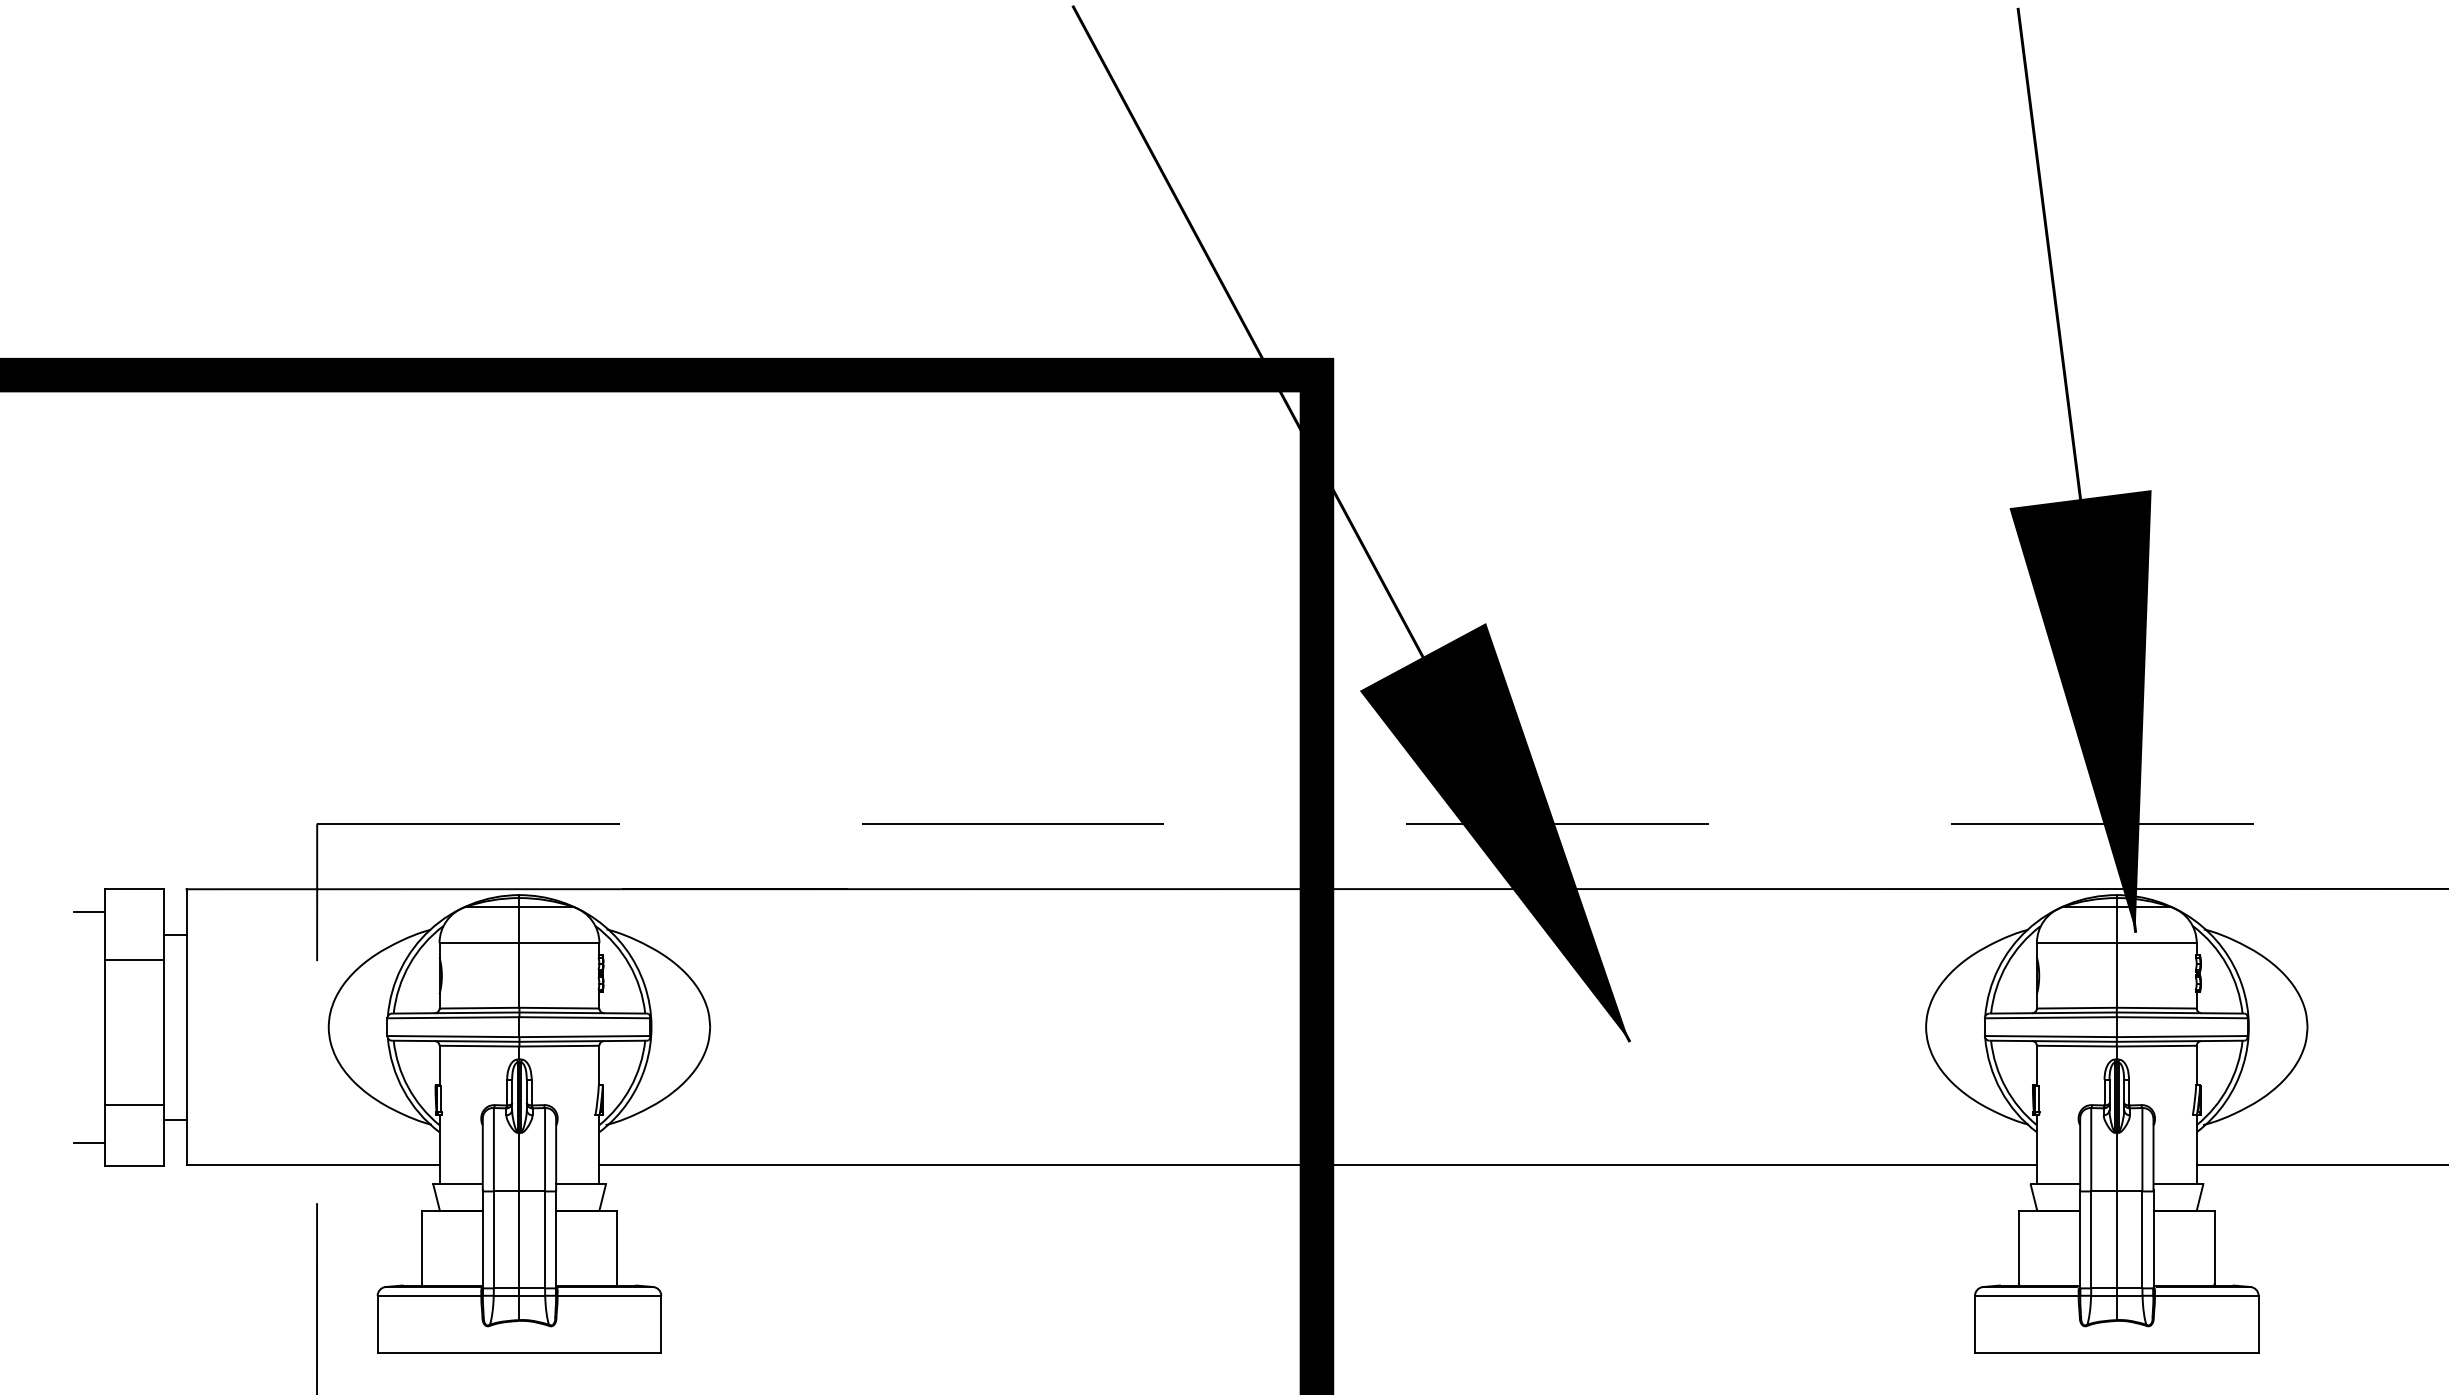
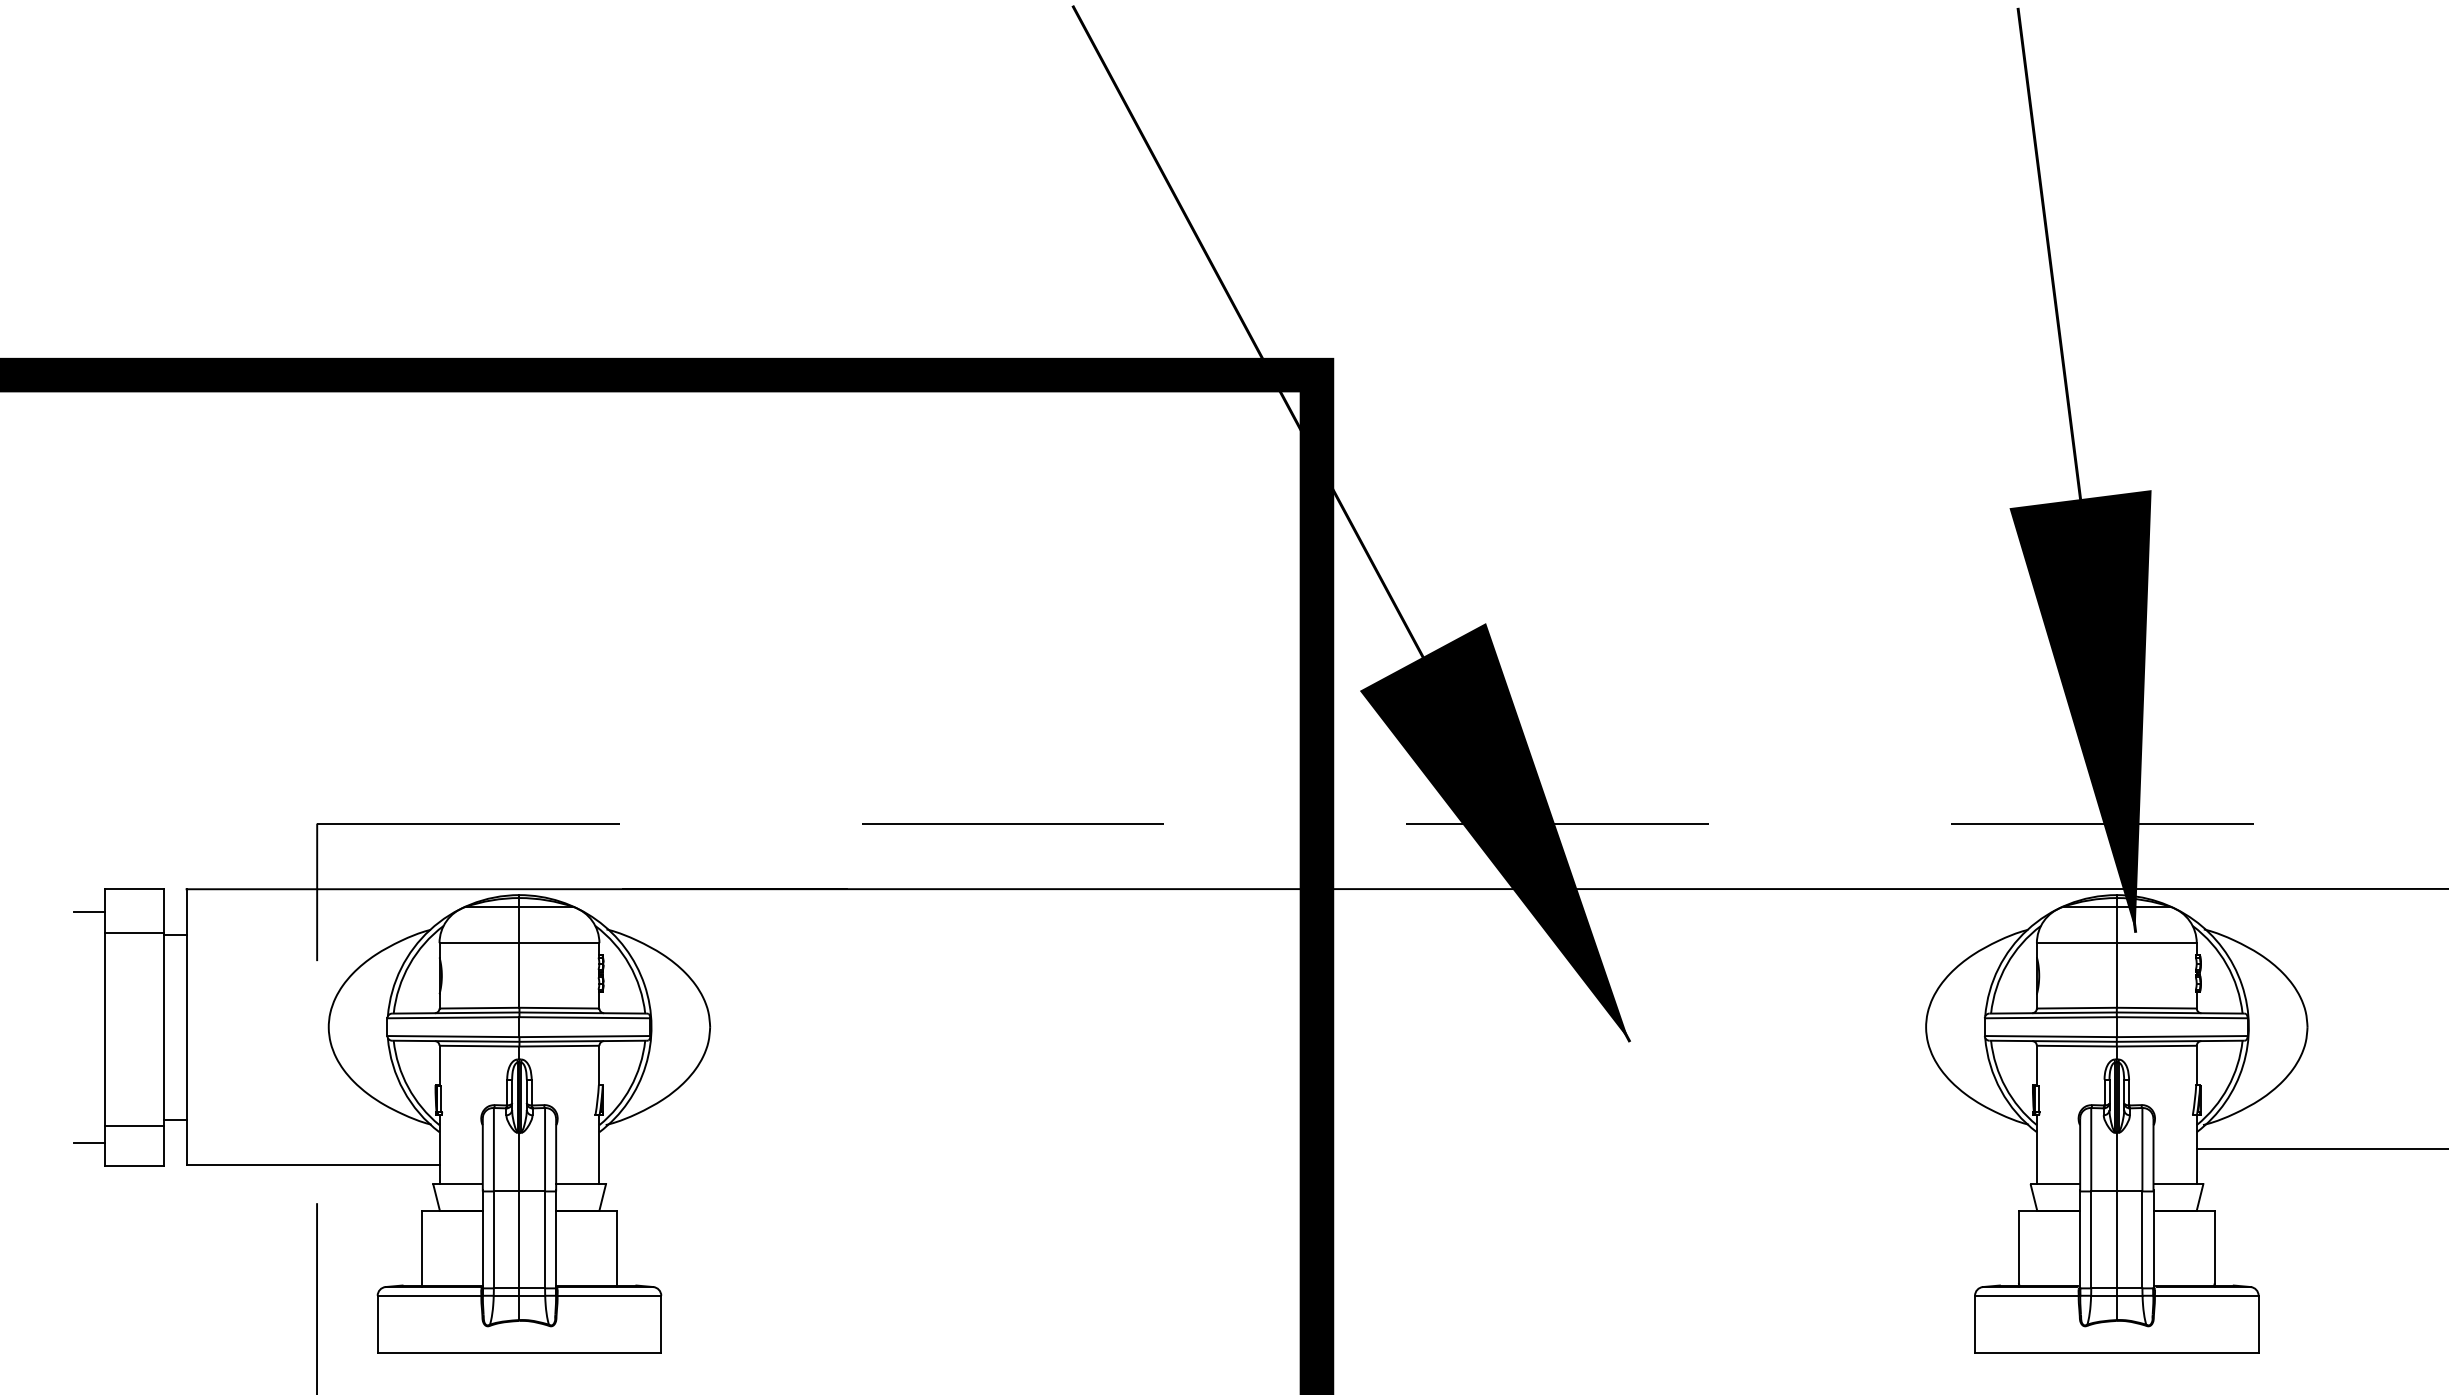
line at (134, 959) position: (134, 959) -> (134, 932)
line at (134, 1104) position: (134, 1104) -> (134, 1125)
line at (1317, 1165): present -> none
line at (2320, 1165) position: (2320, 1165) -> (2320, 1149)
